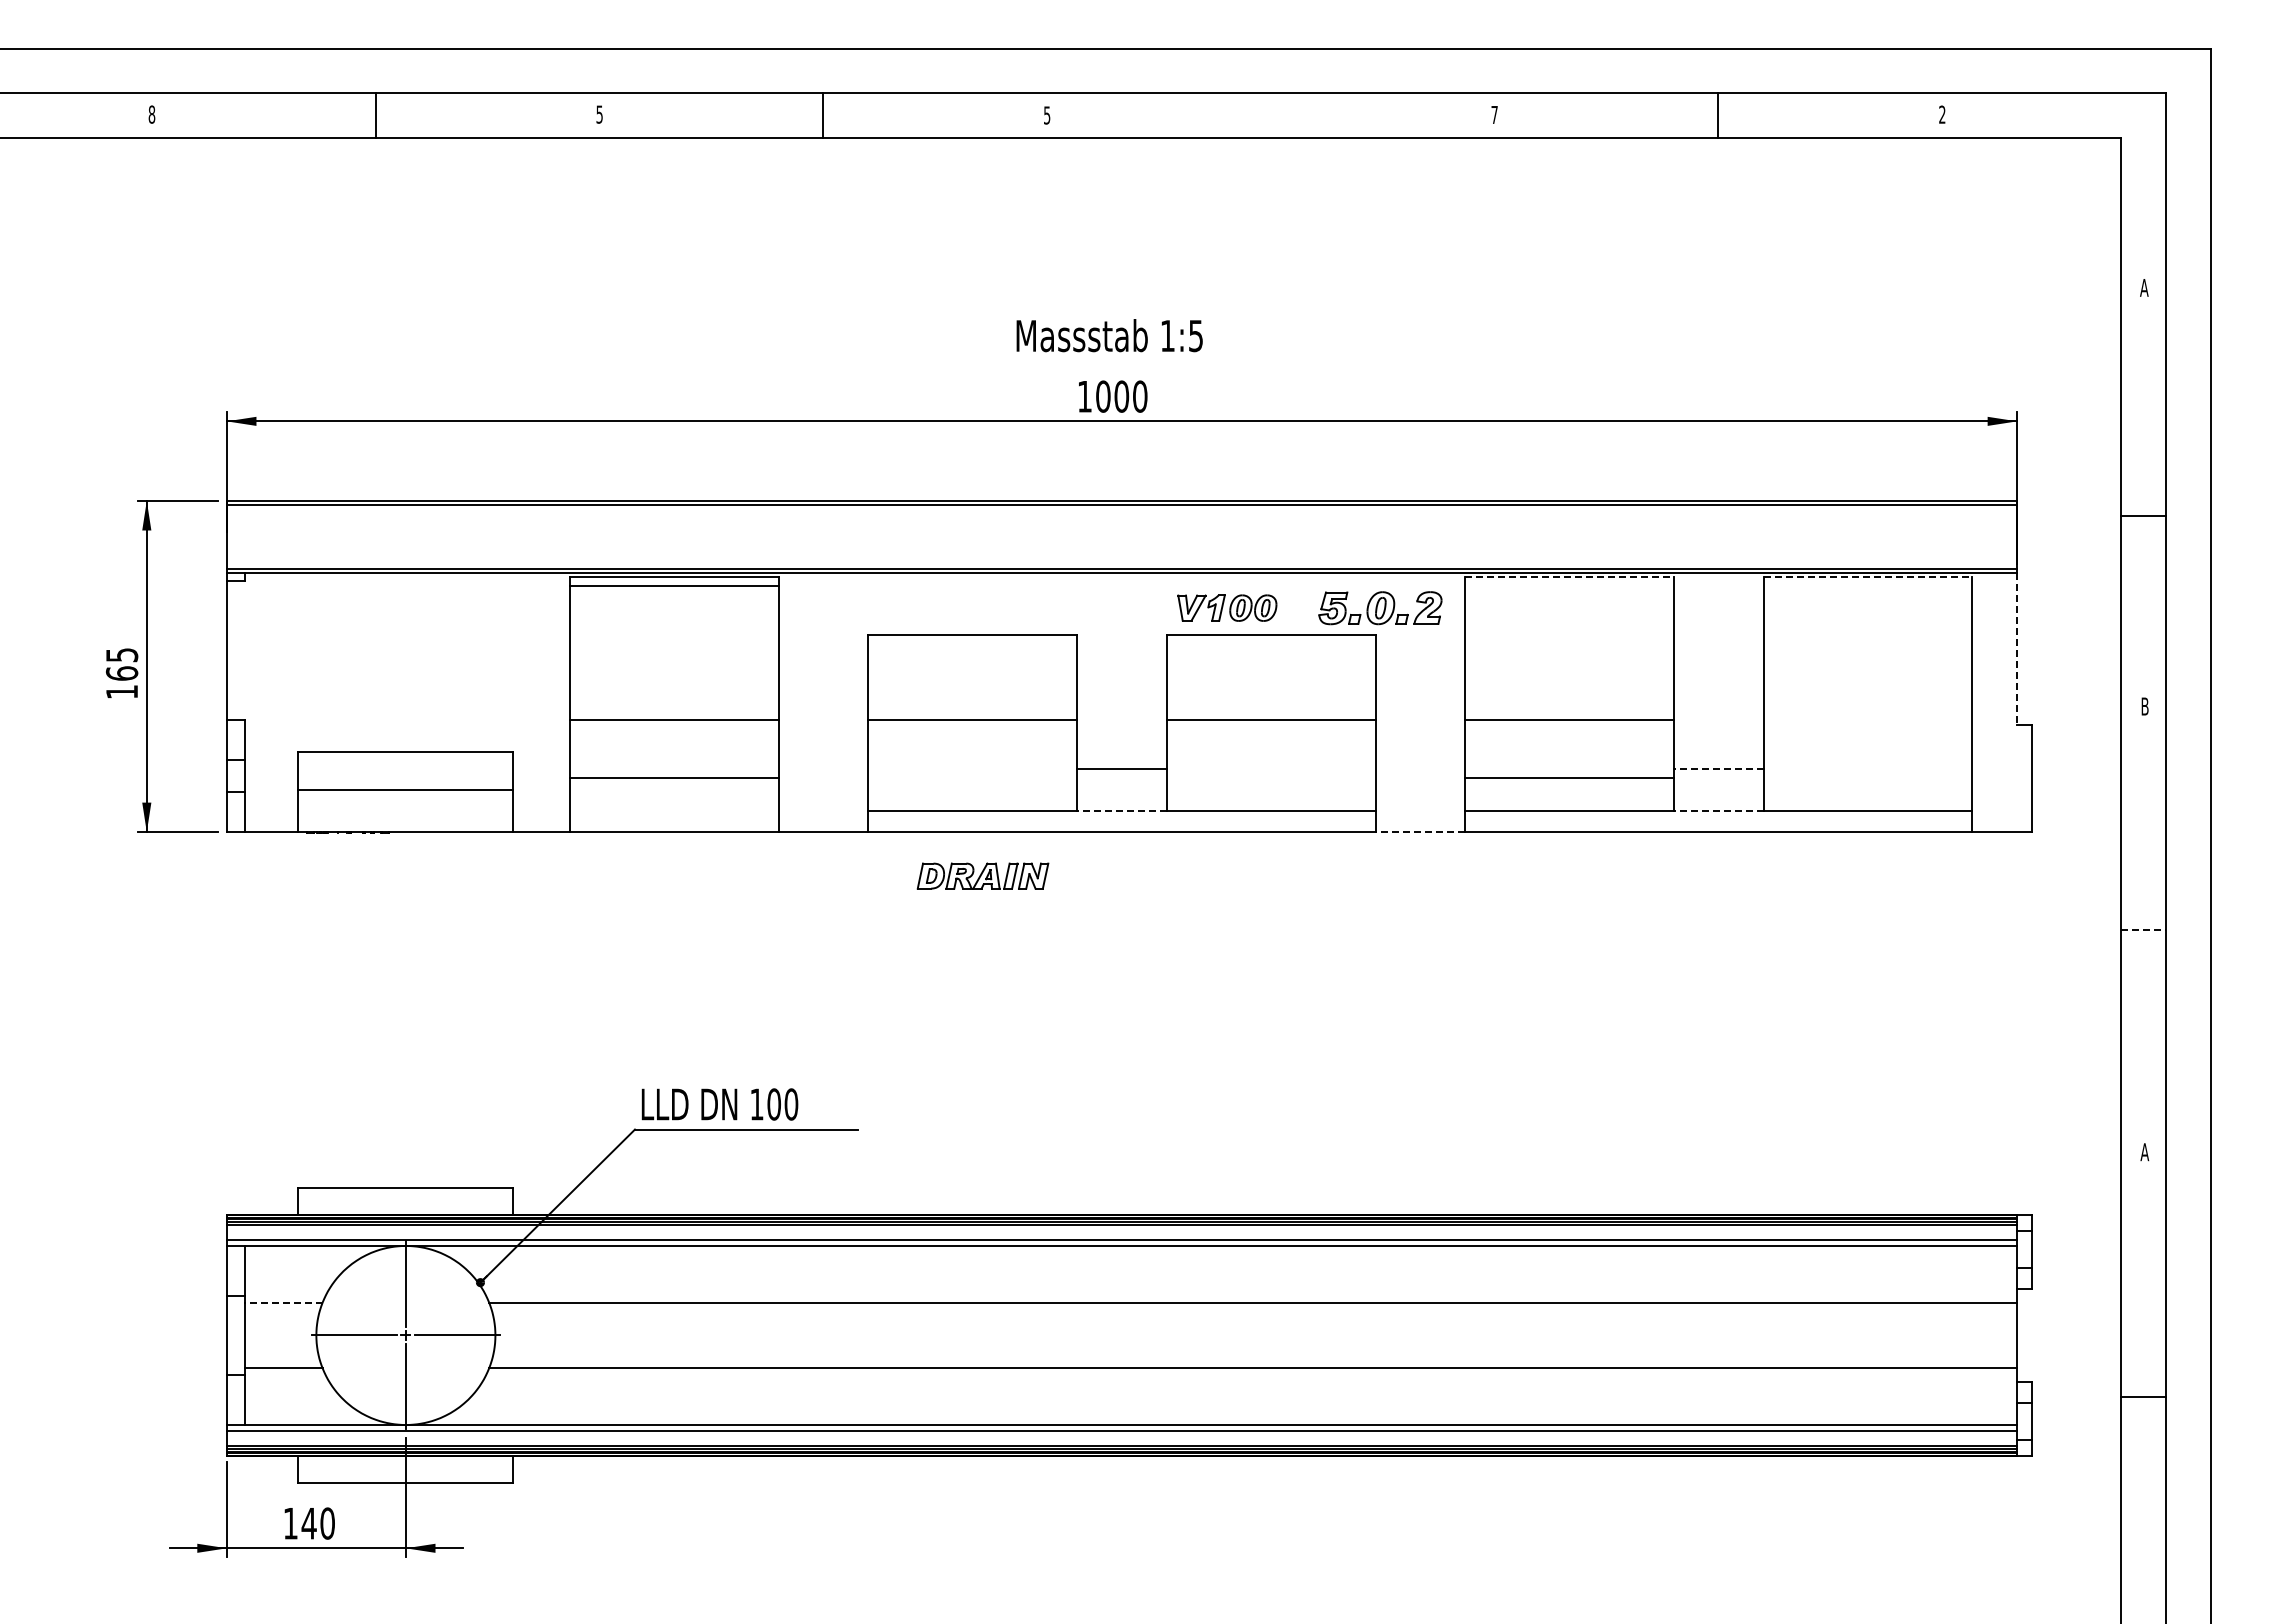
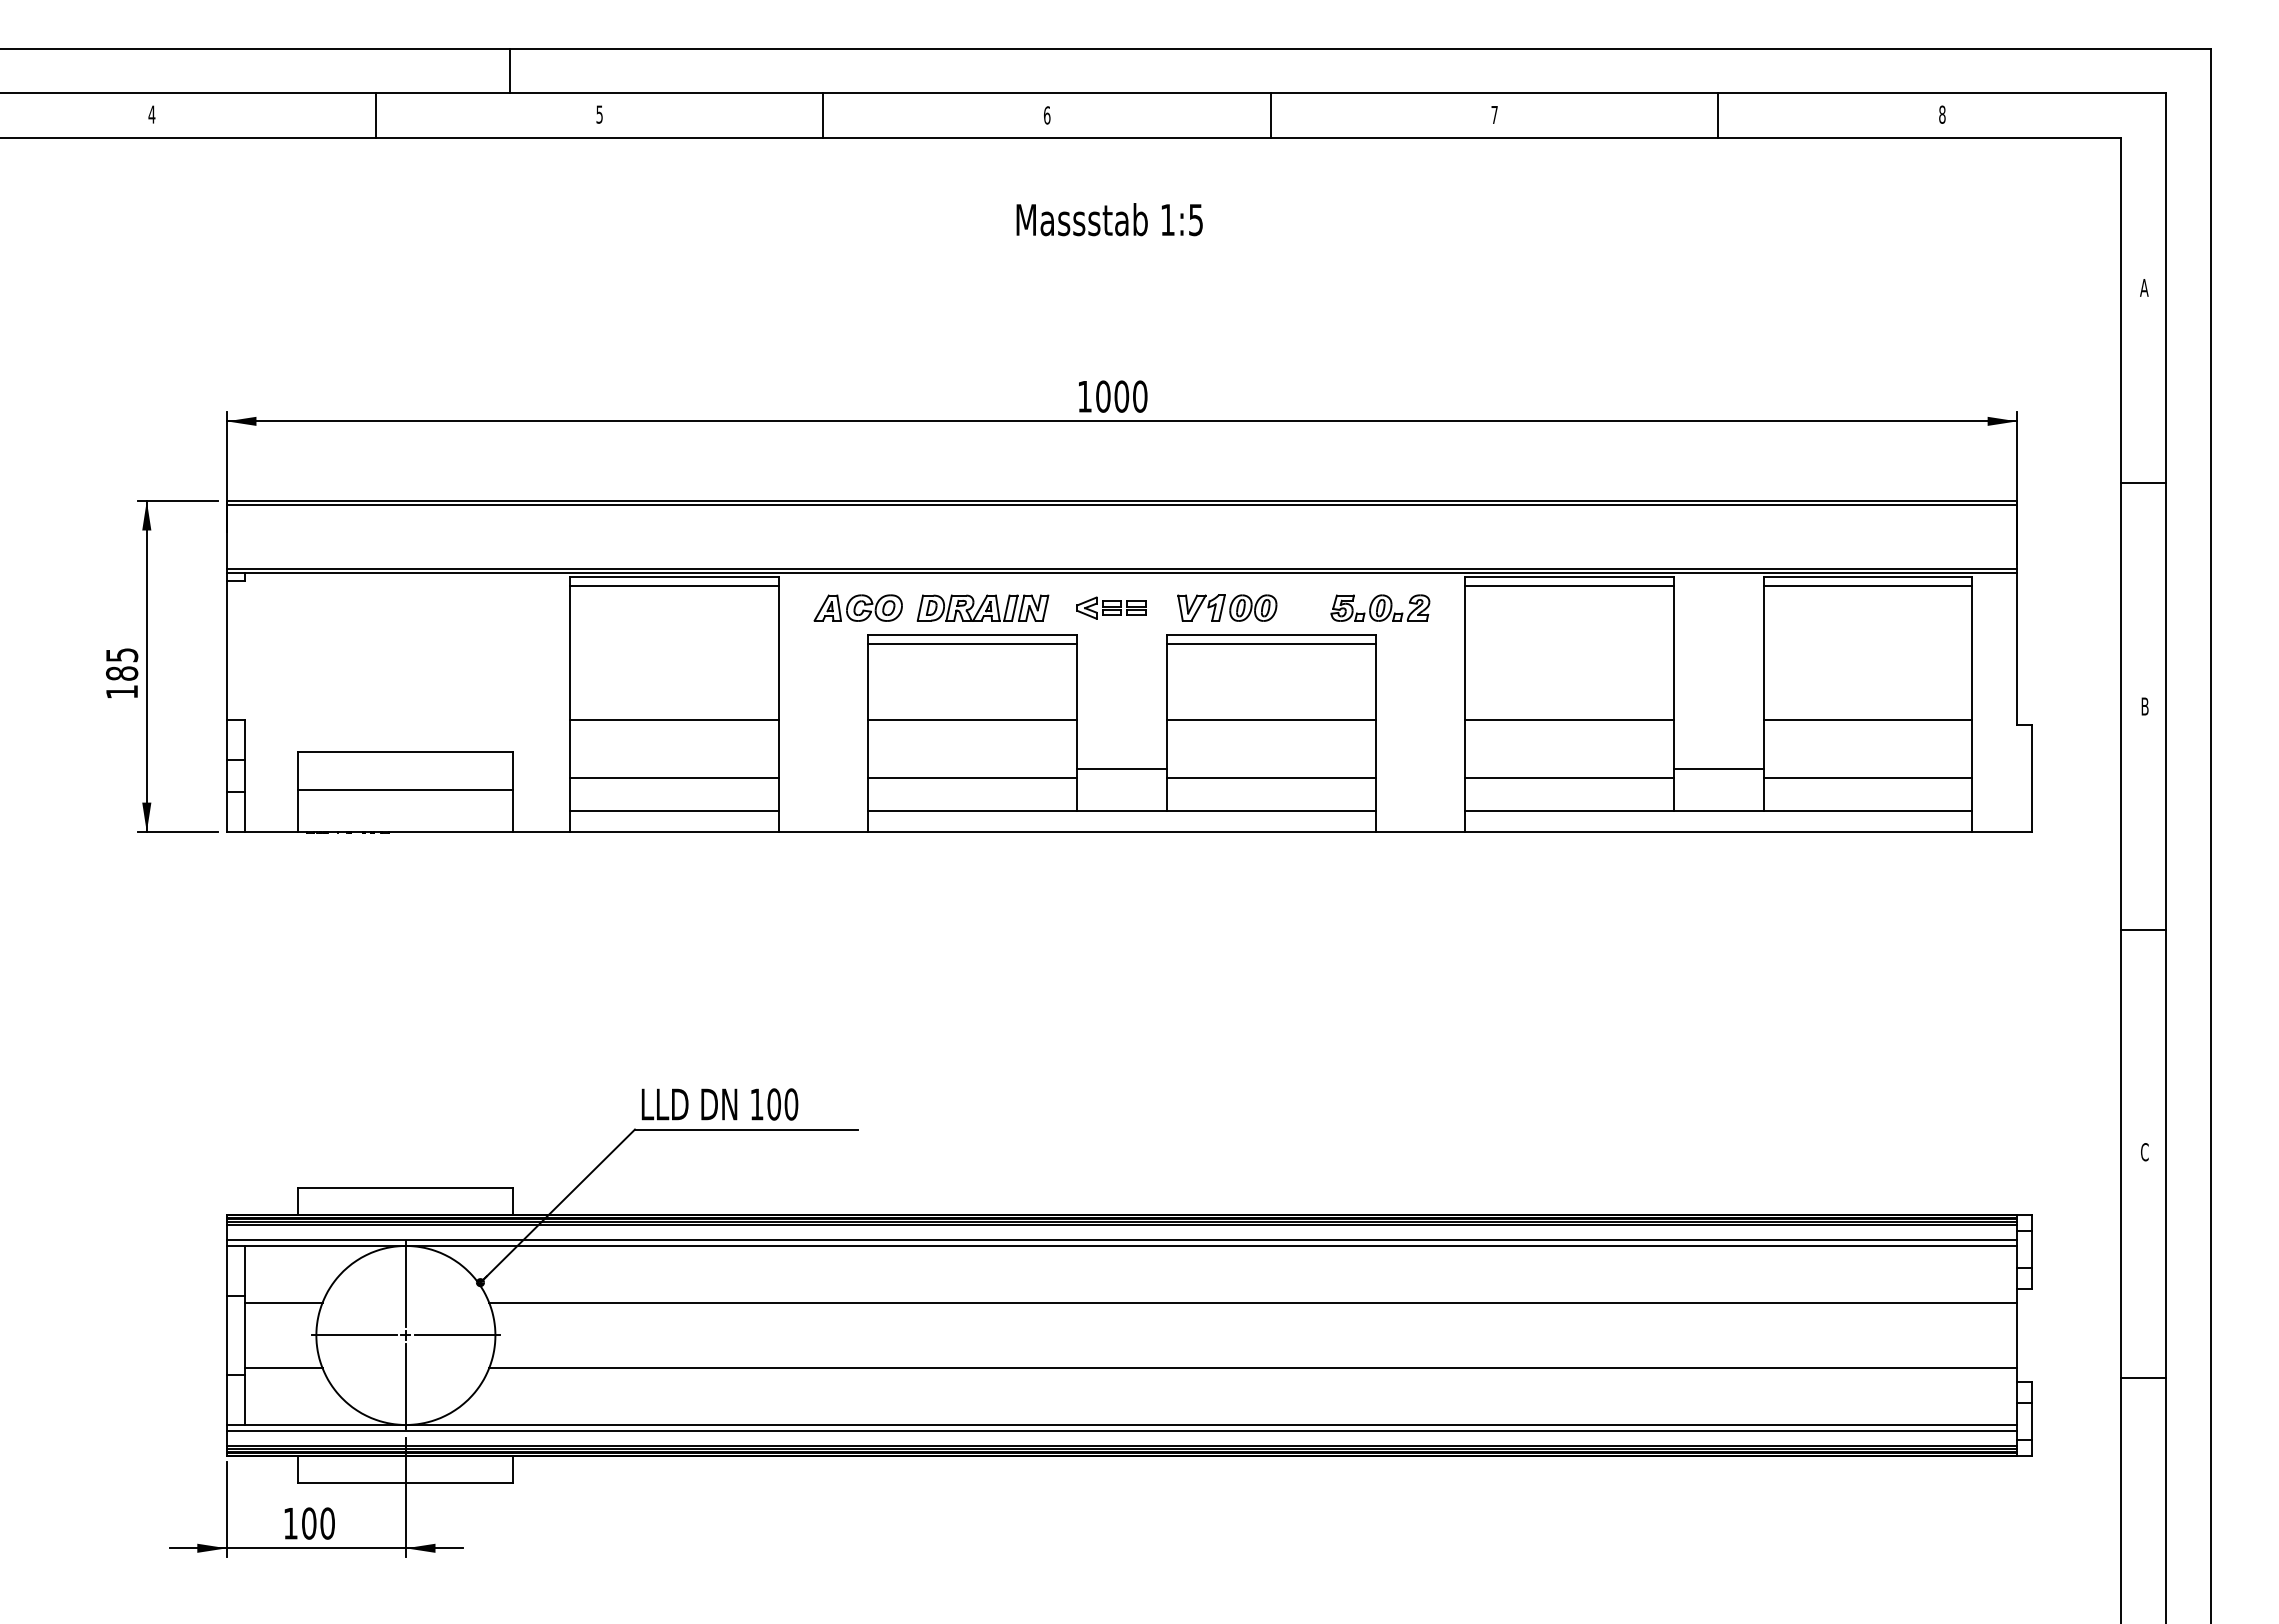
line at (509, 70): none -> present
text at (151, 114): 8 -> 4
text at (1942, 114): 2 -> 8
text at (1047, 115): 5 -> 6
line at (1270, 115): none -> present
text at (1109, 335) position: (1109, 335) -> (1109, 219)
line at (2143, 515) position: (2143, 515) -> (2143, 482)
line at (1570, 577): dashed -> solid
line at (1868, 577): dashed -> solid
line at (1569, 585): none -> present
line at (1867, 585): none -> present
part at (857, 607): none -> present
part at (1111, 607): none -> present
part at (1380, 608) size: 125x35 px -> 101x28 px
line at (972, 643): none -> present
line at (1270, 643): none -> present
line at (2017, 649): dashed -> solid
text at (121, 673): 165 -> 185
line at (1867, 720): none -> present
line at (1718, 769): dashed -> solid
line at (972, 778): none -> present
line at (1270, 778): none -> present
line at (1867, 778): none -> present
line at (674, 810): none -> present
line at (1122, 810): dashed -> solid
line at (1718, 810): dashed -> solid
line at (1420, 832): dashed -> solid
part at (982, 875) position: (982, 875) -> (982, 607)
line at (2143, 930): dashed -> solid
text at (2144, 1152): A -> C
line at (283, 1302): dashed -> solid
line at (2143, 1397) position: (2143, 1397) -> (2143, 1378)
text at (308, 1523): 140 -> 100
